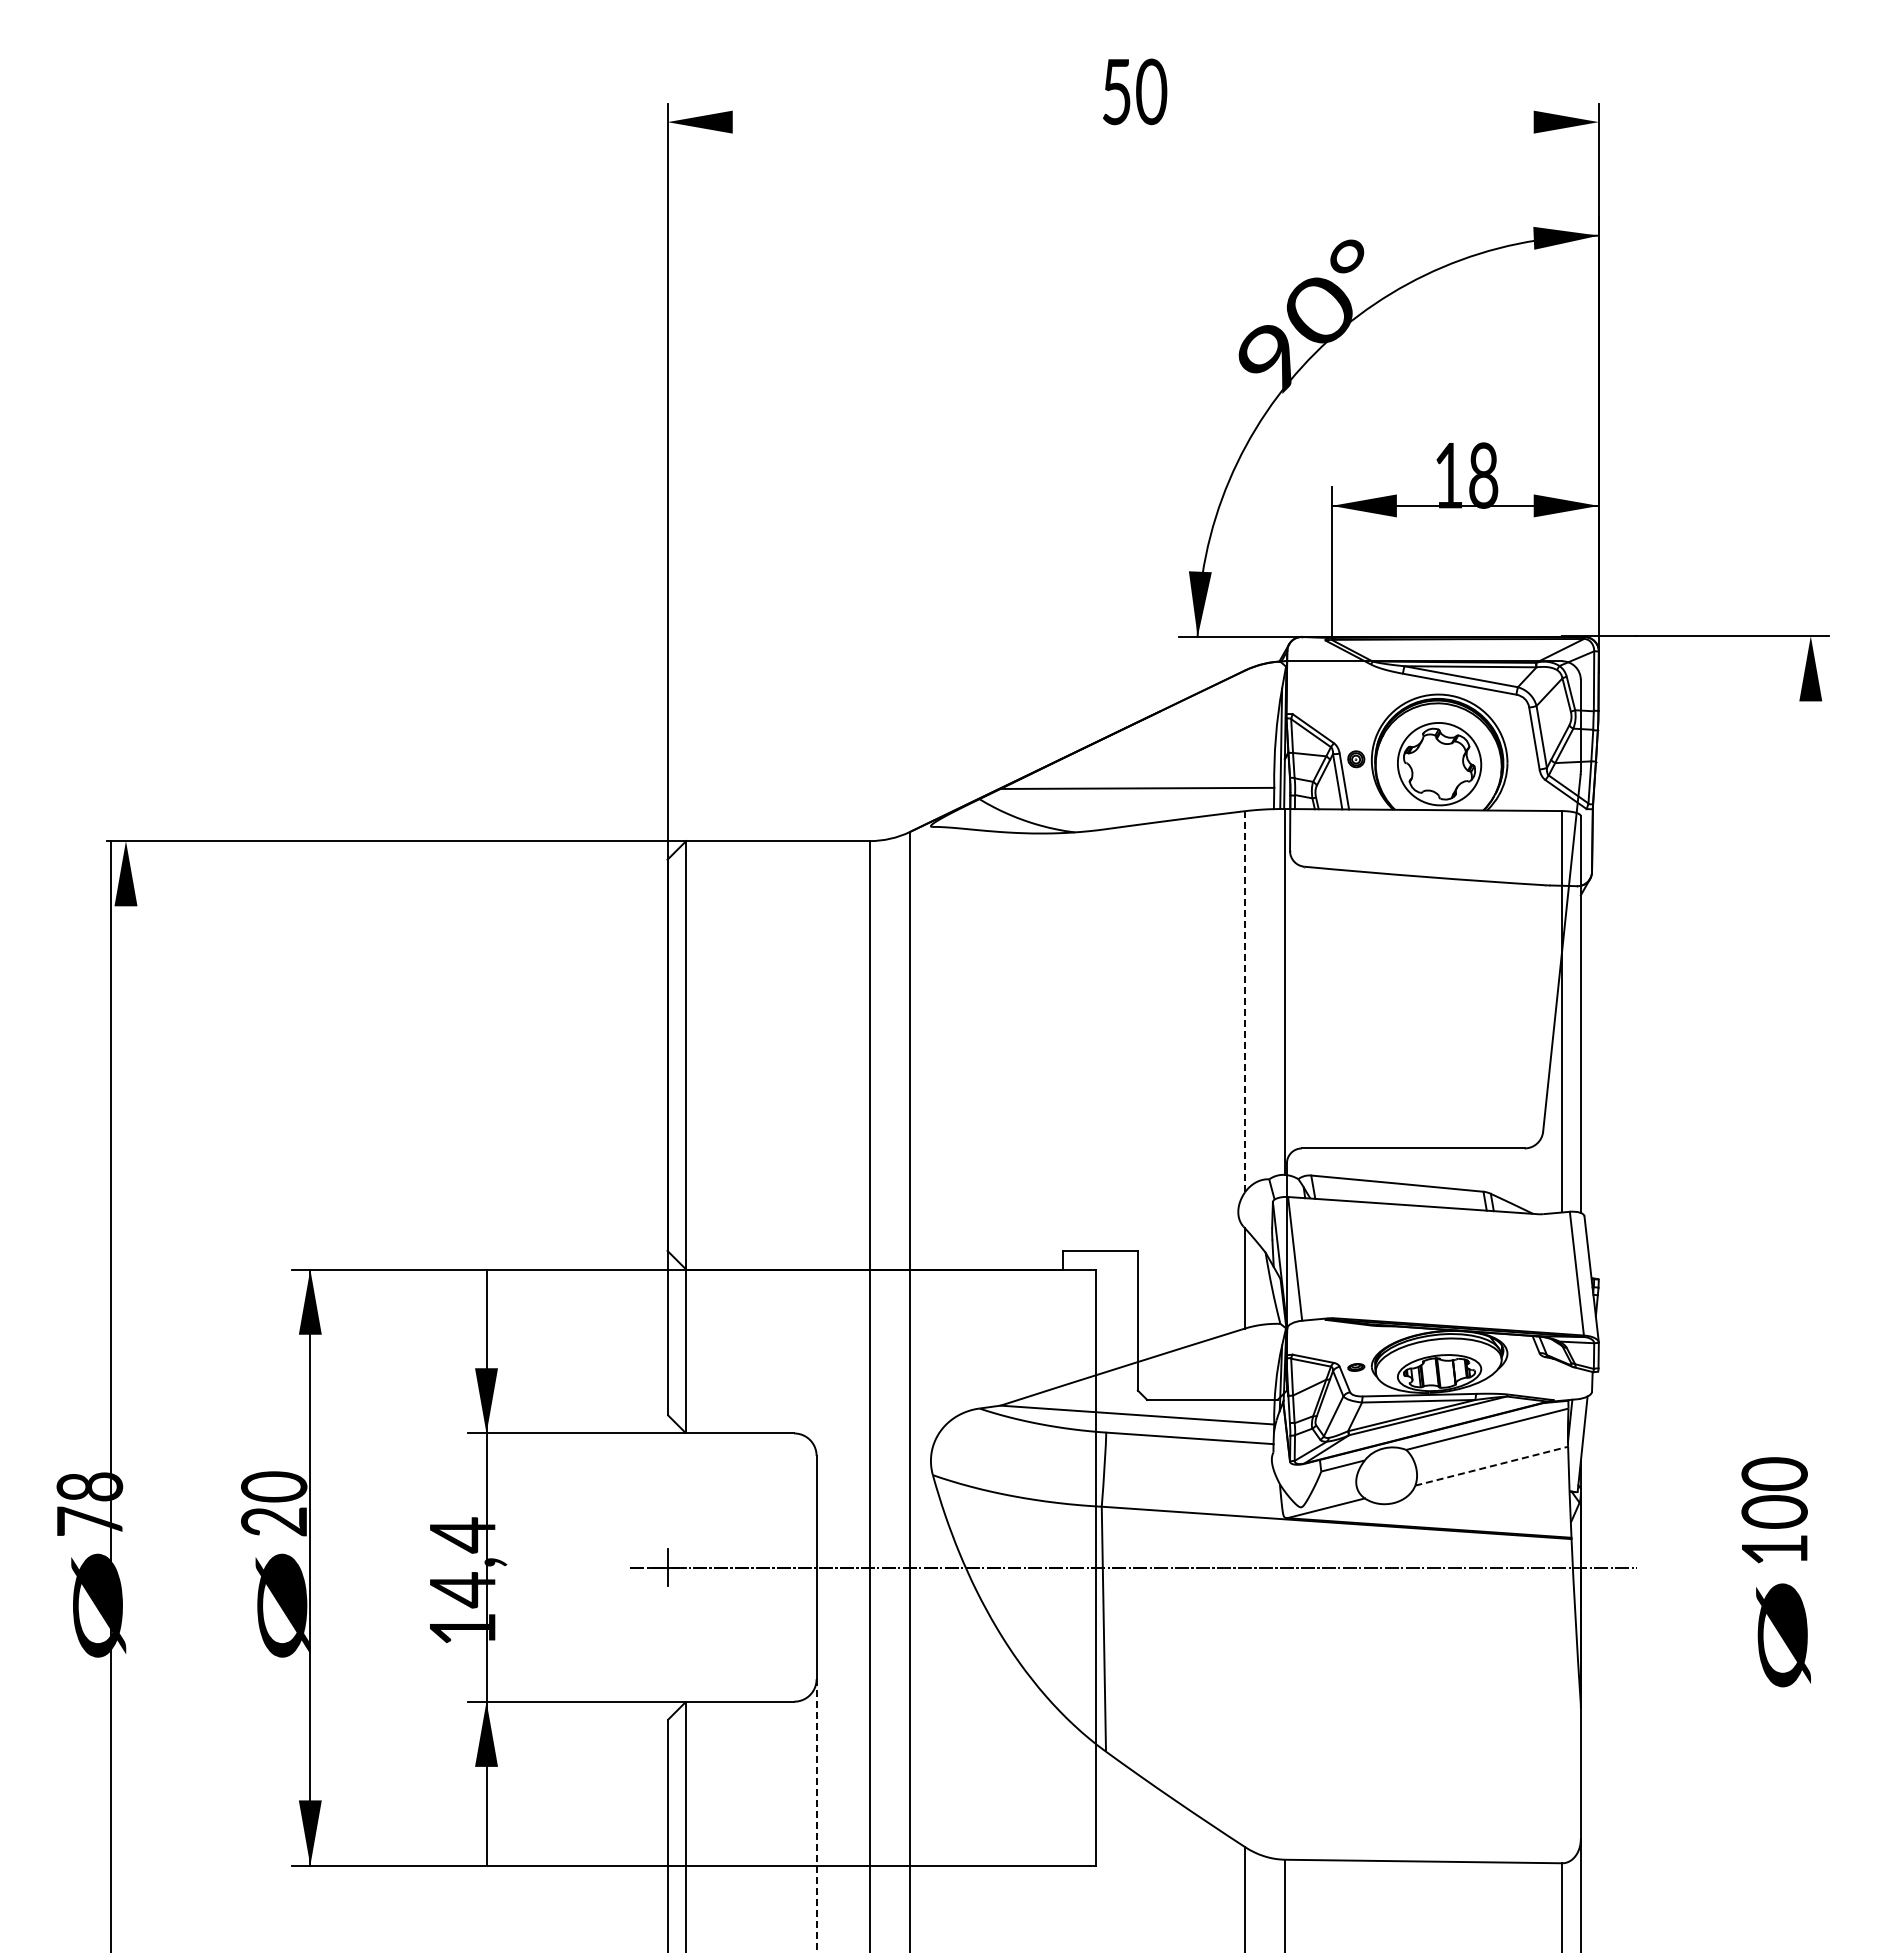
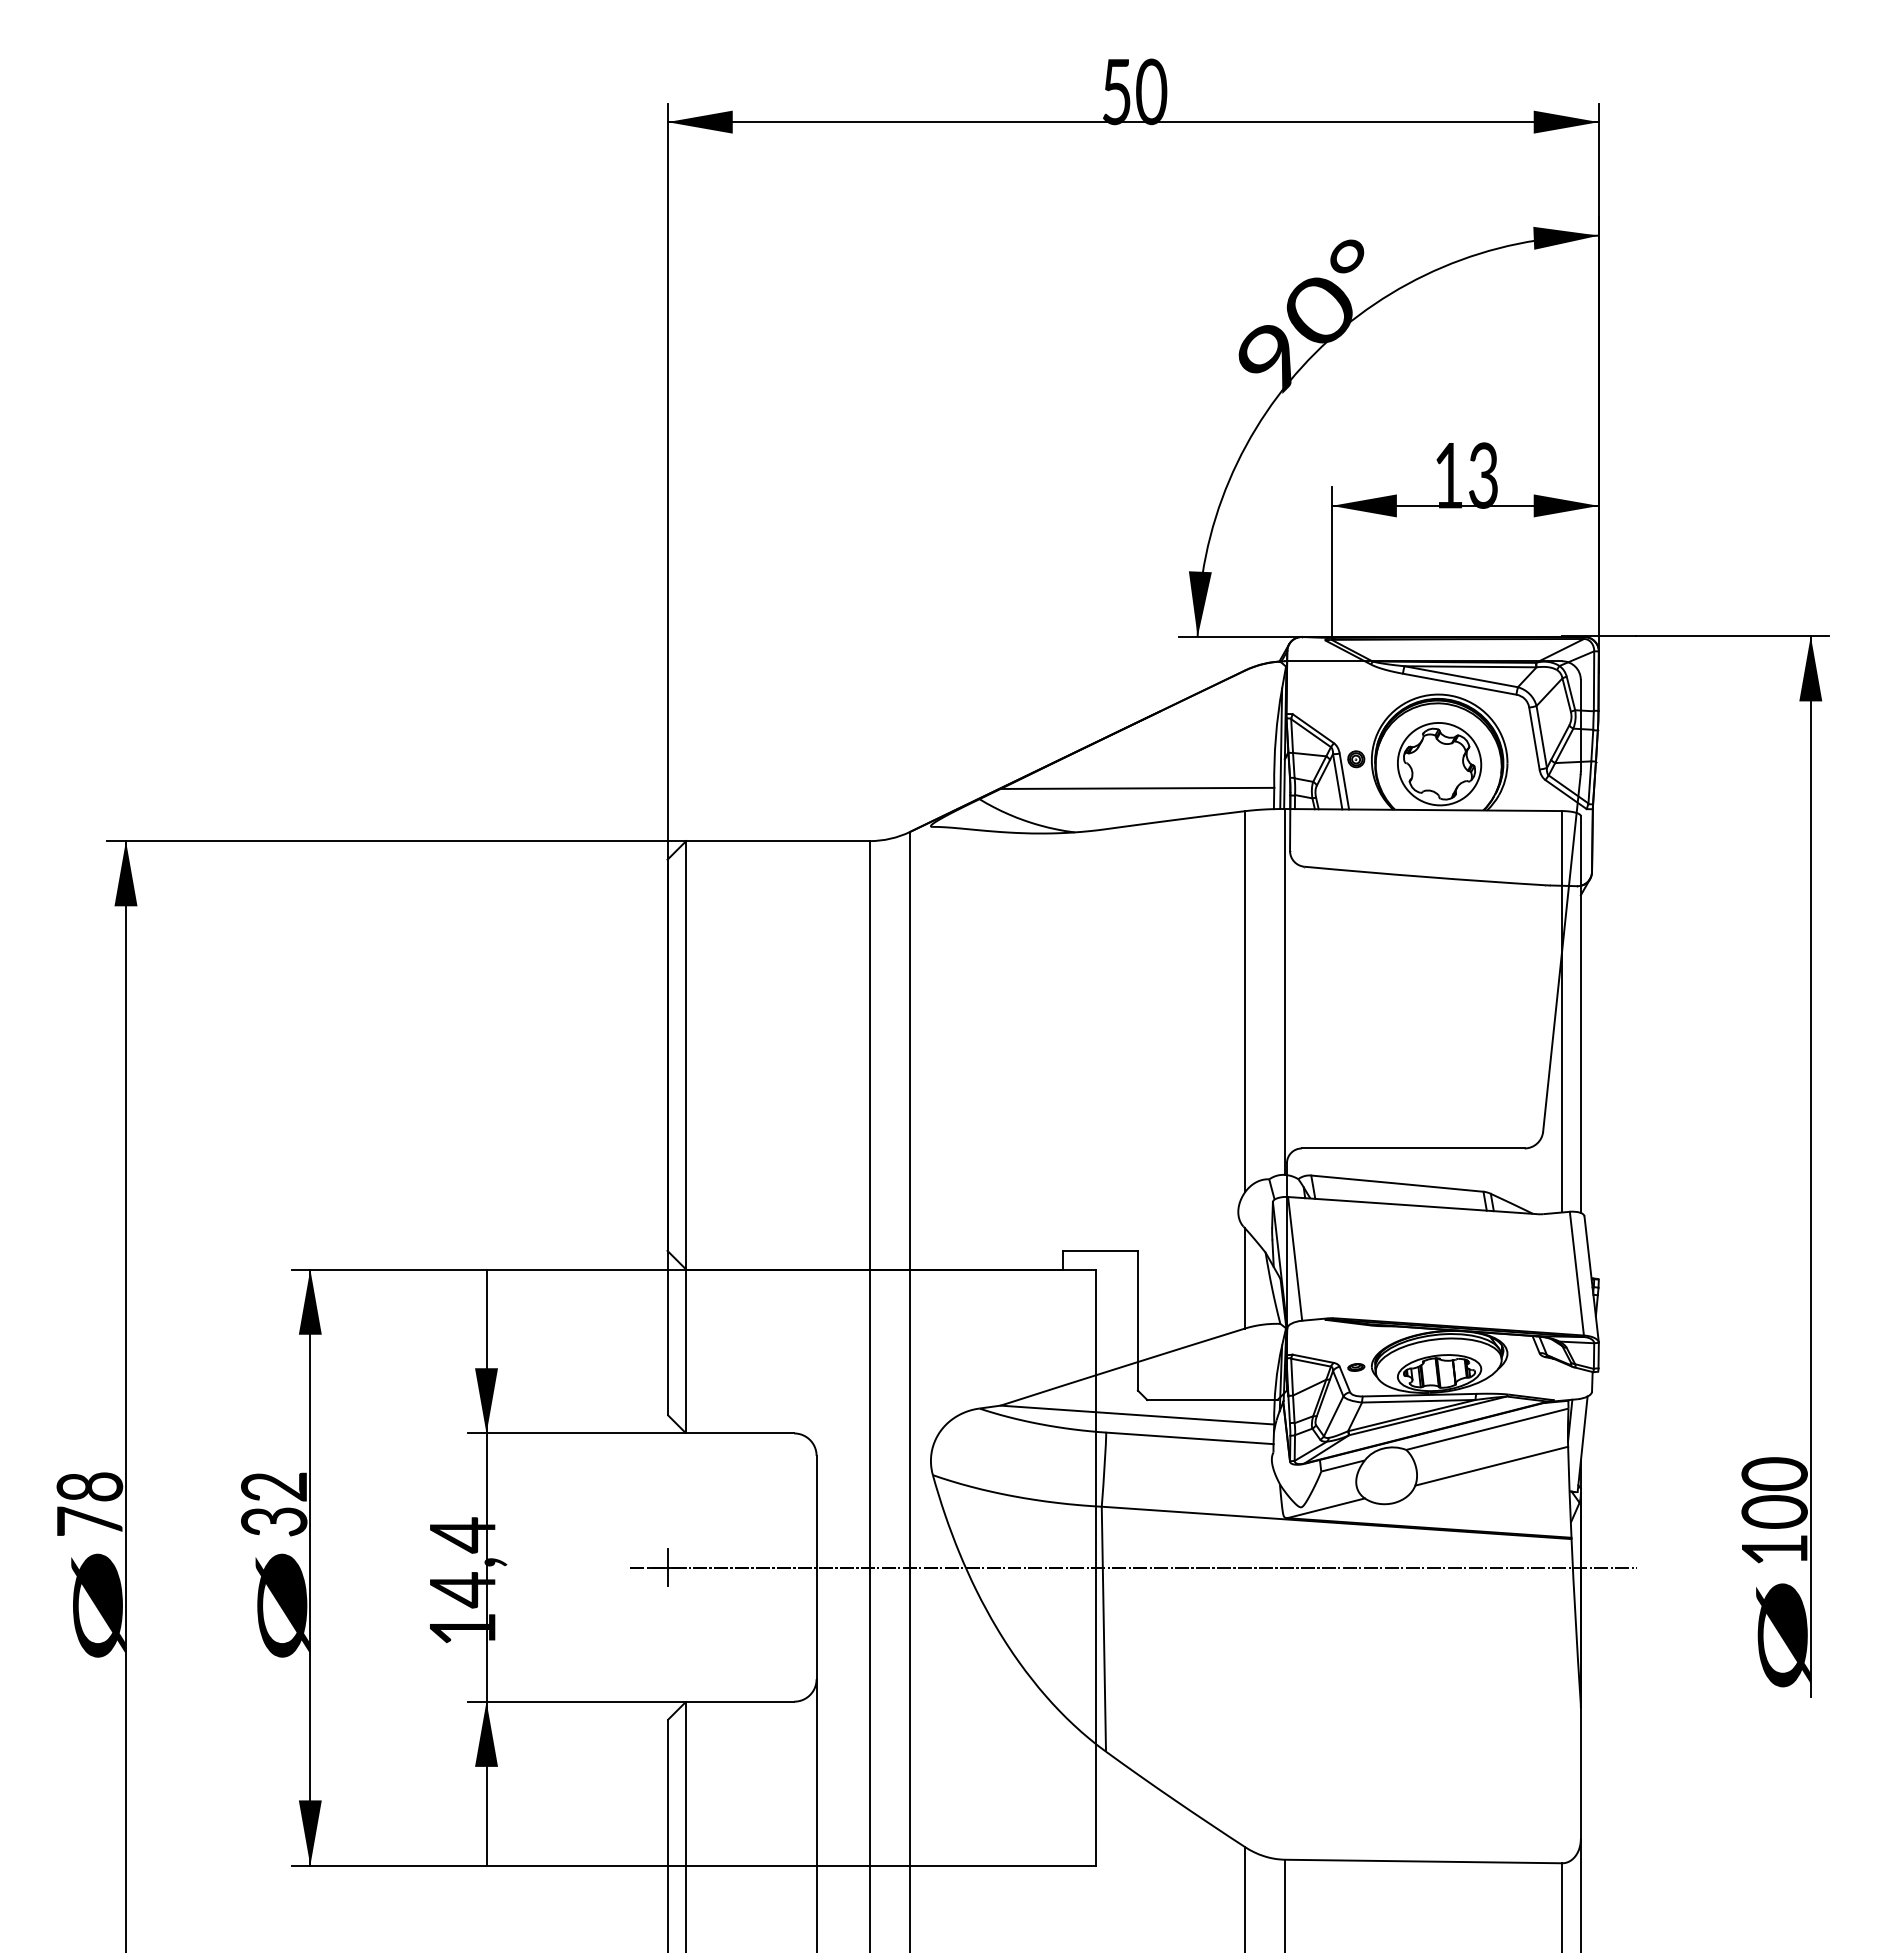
line at (1132, 122): none -> present
text at (1483, 475): 18 -> 13
line at (1245, 1001): dashed -> solid
line at (1810, 1166): none -> present
line at (110, 1395) position: (110, 1395) -> (125, 1395)
line at (1491, 1466): dashed -> solid
text at (274, 1503): 20 -> 32
line at (816, 1816): dashed -> solid
